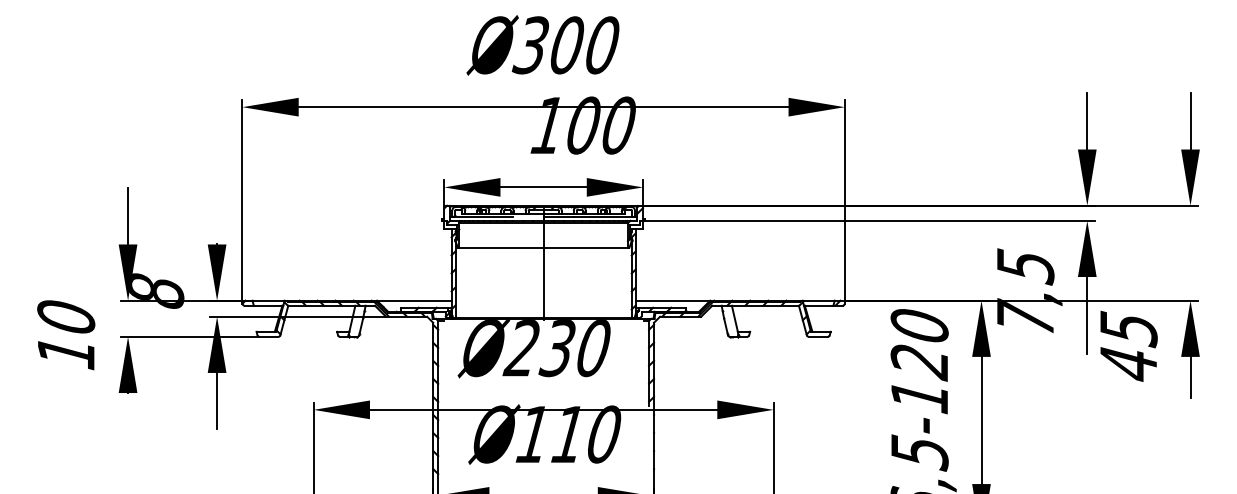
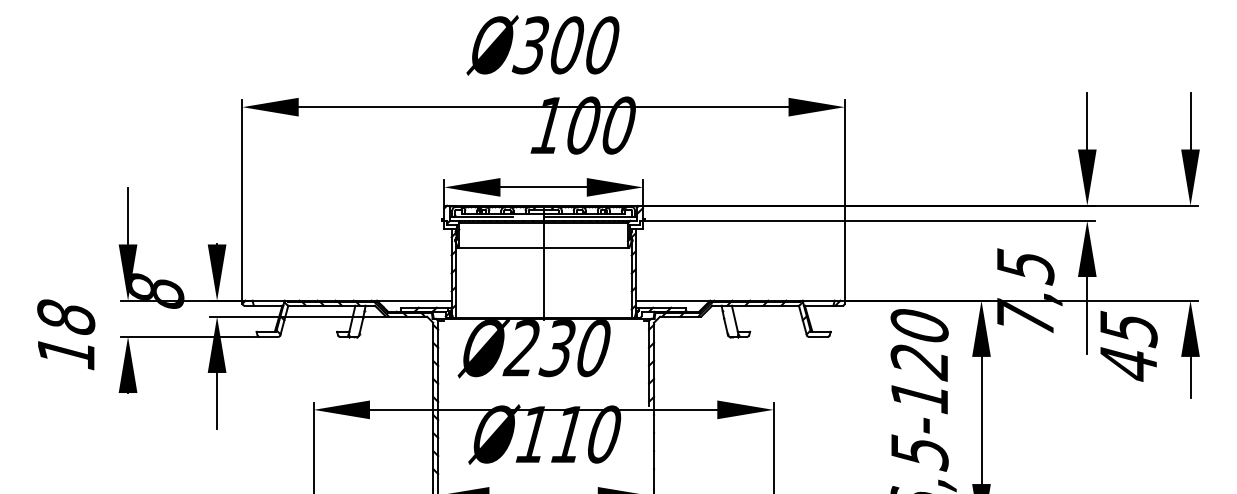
text at (66, 316): 10 -> 18
